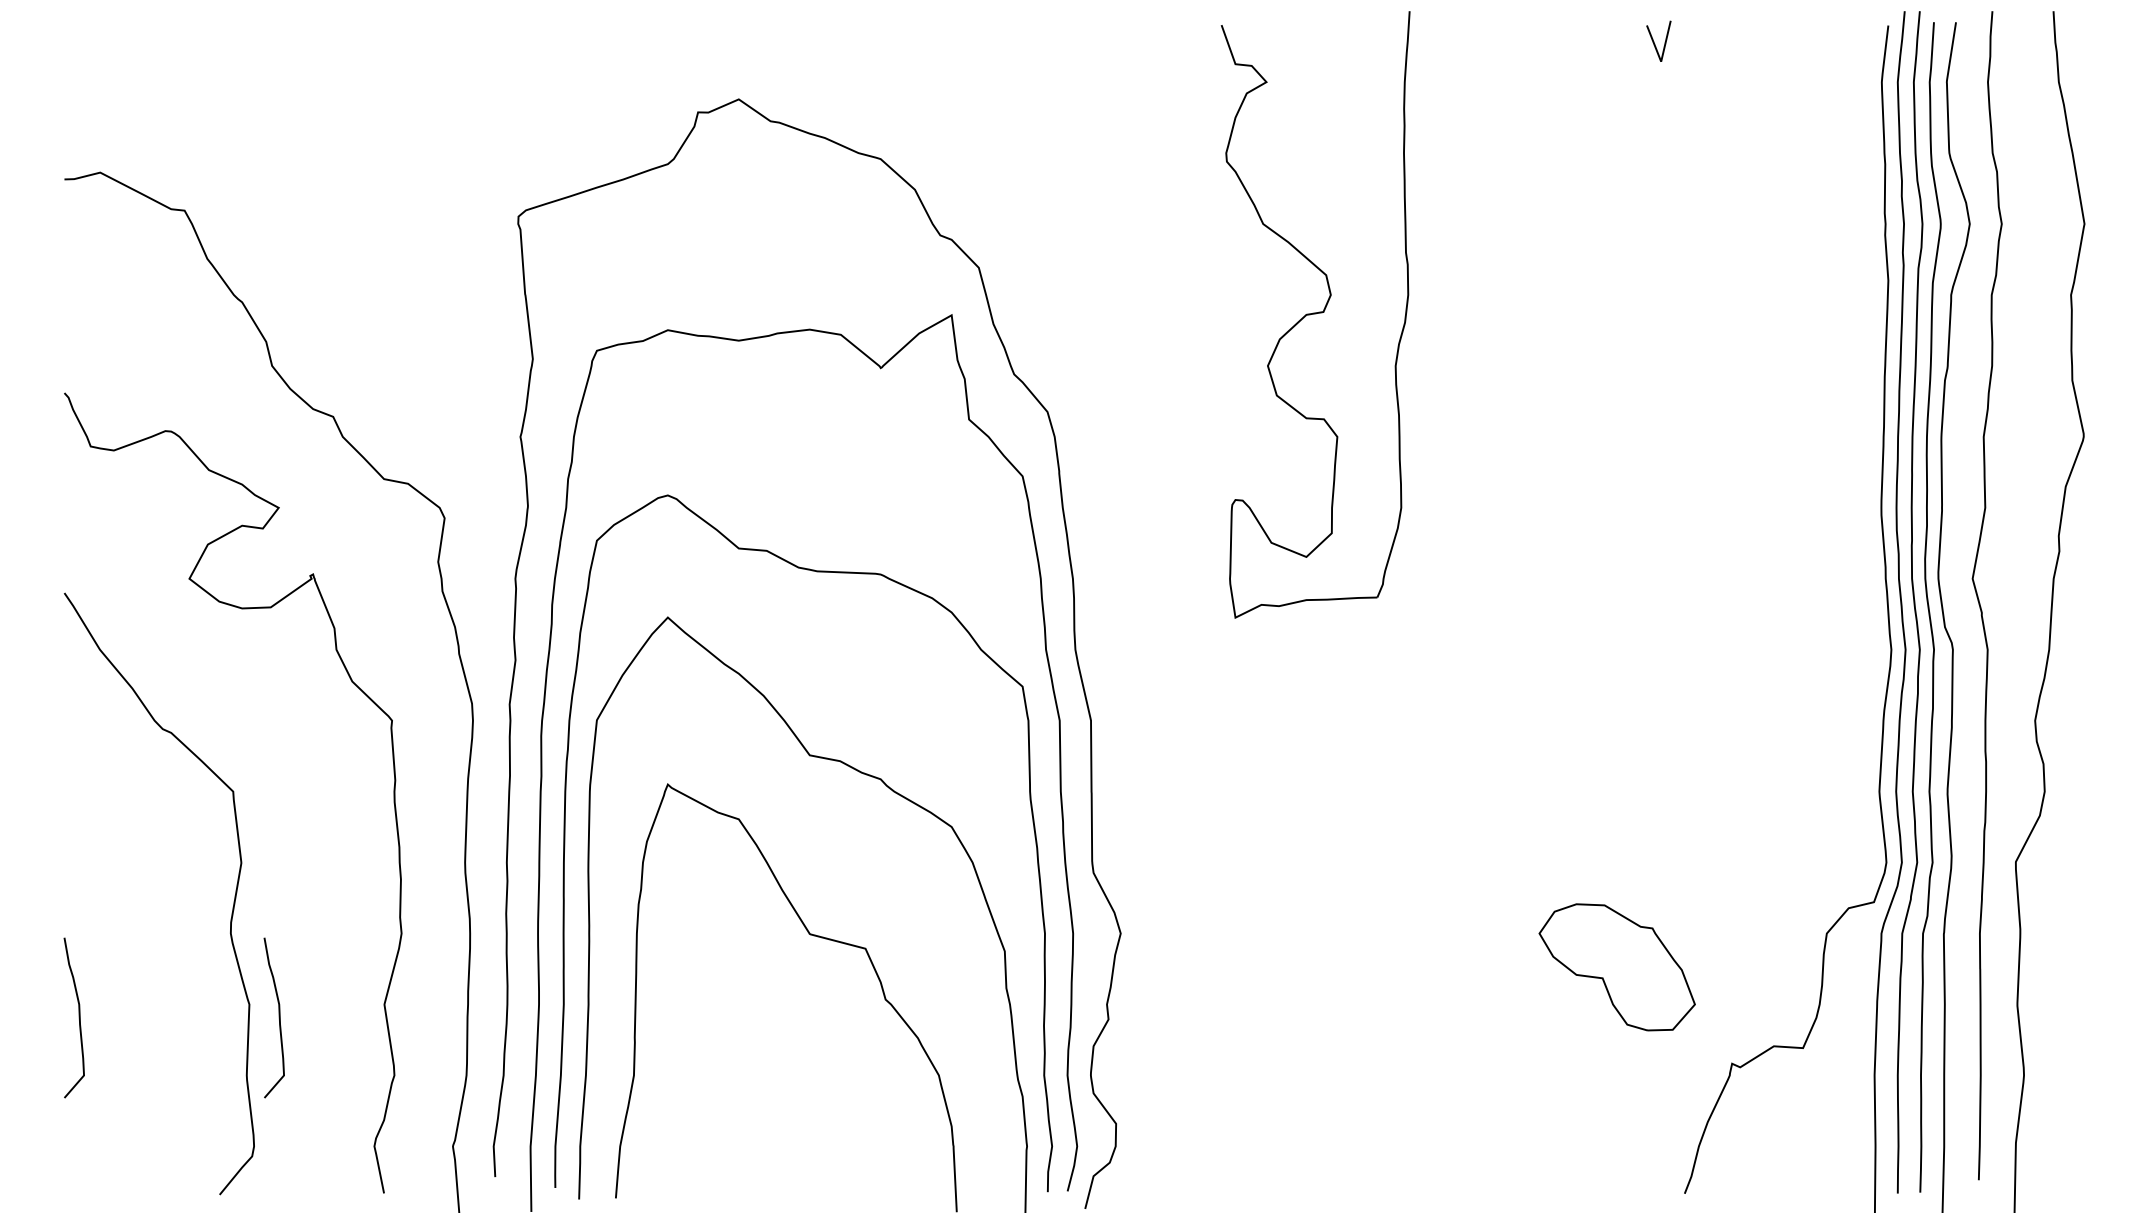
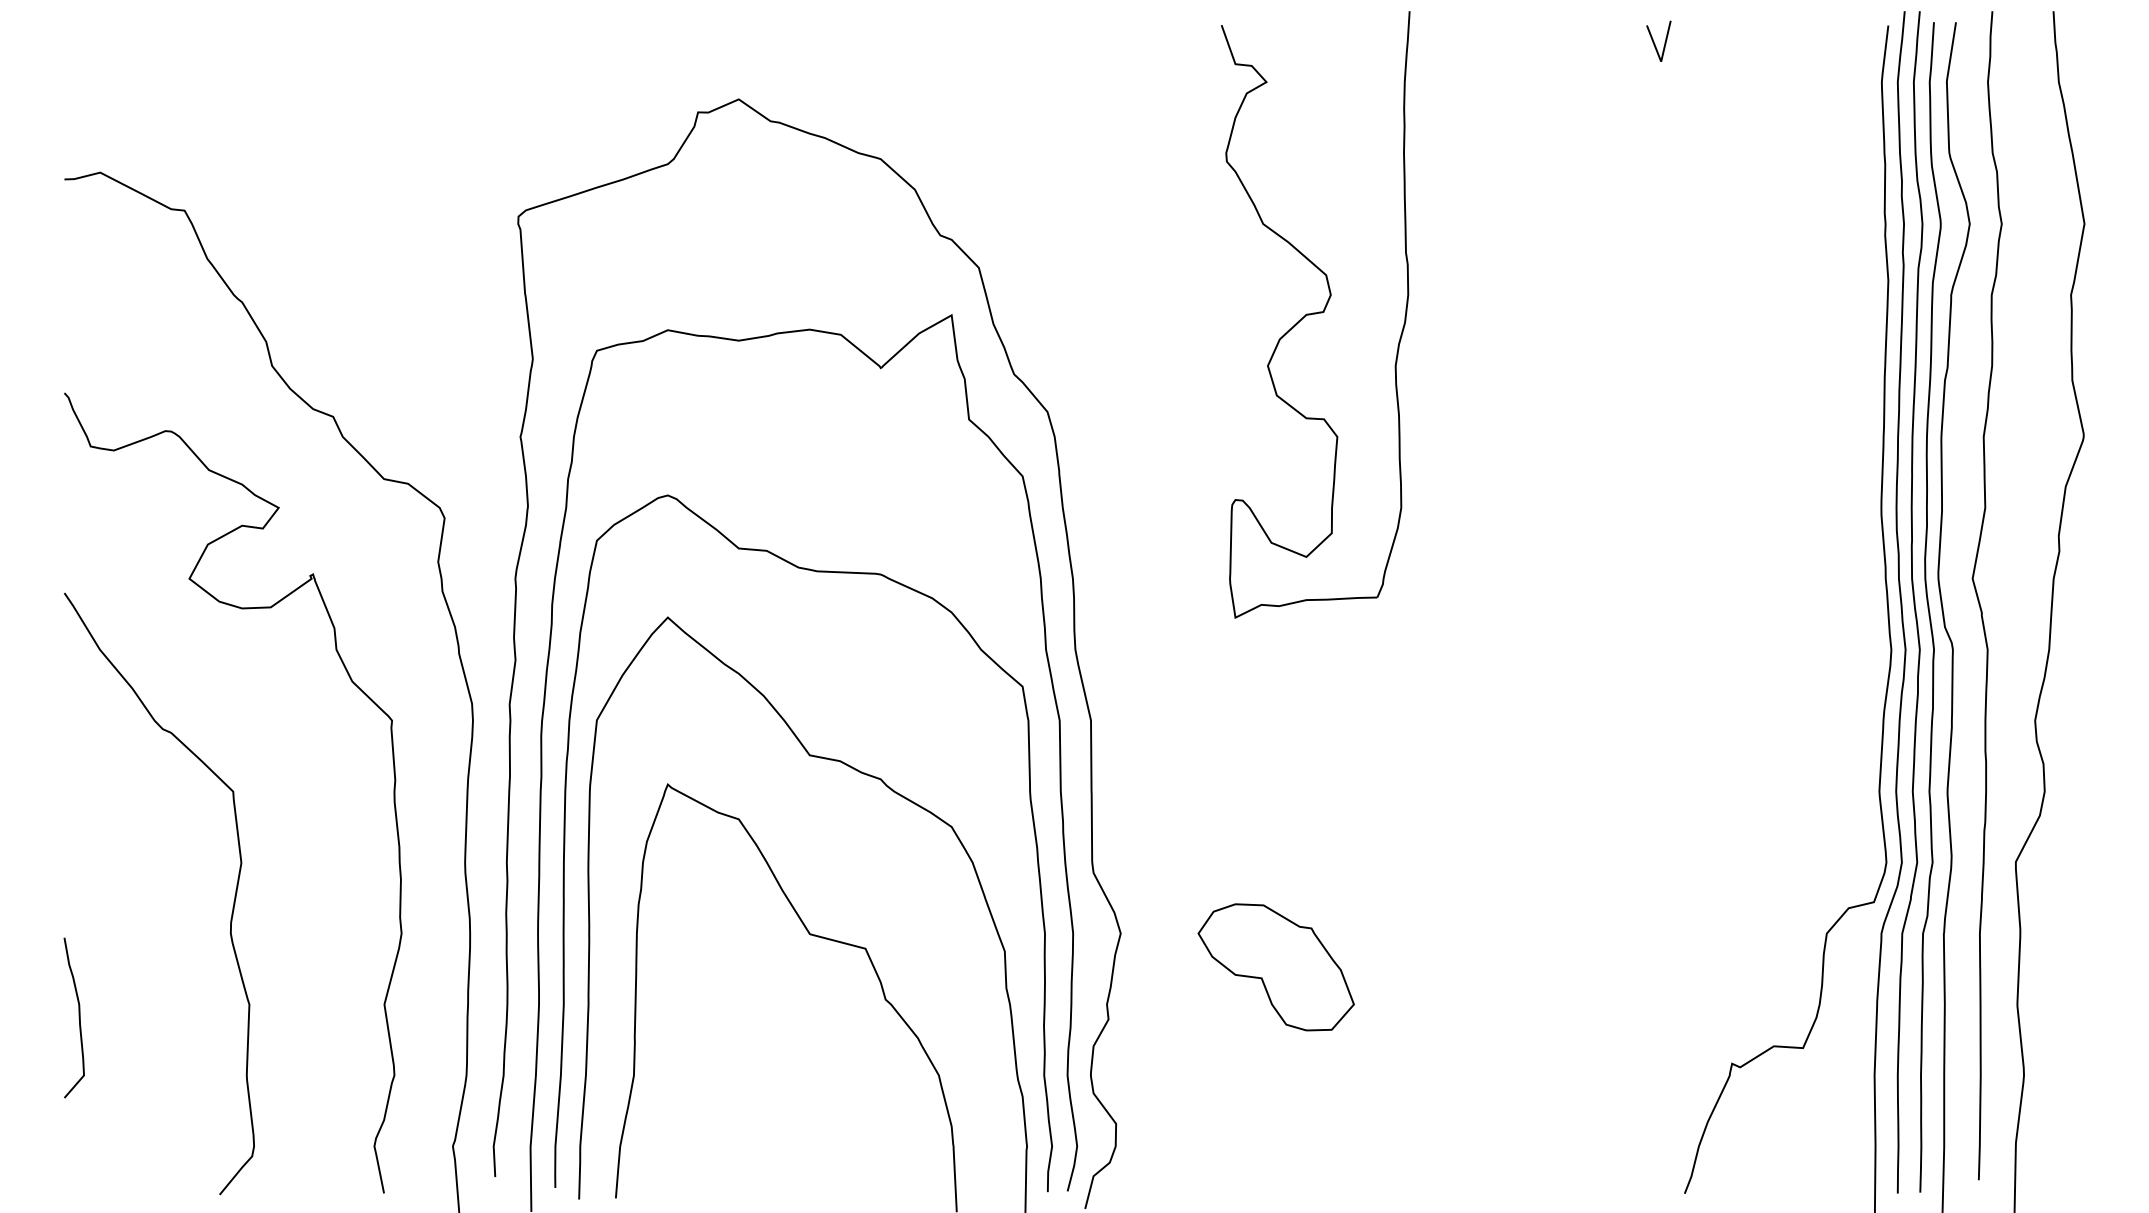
part at (1616, 967) position: (1616, 967) -> (1275, 967)
curve at (278, 1017): present -> none
